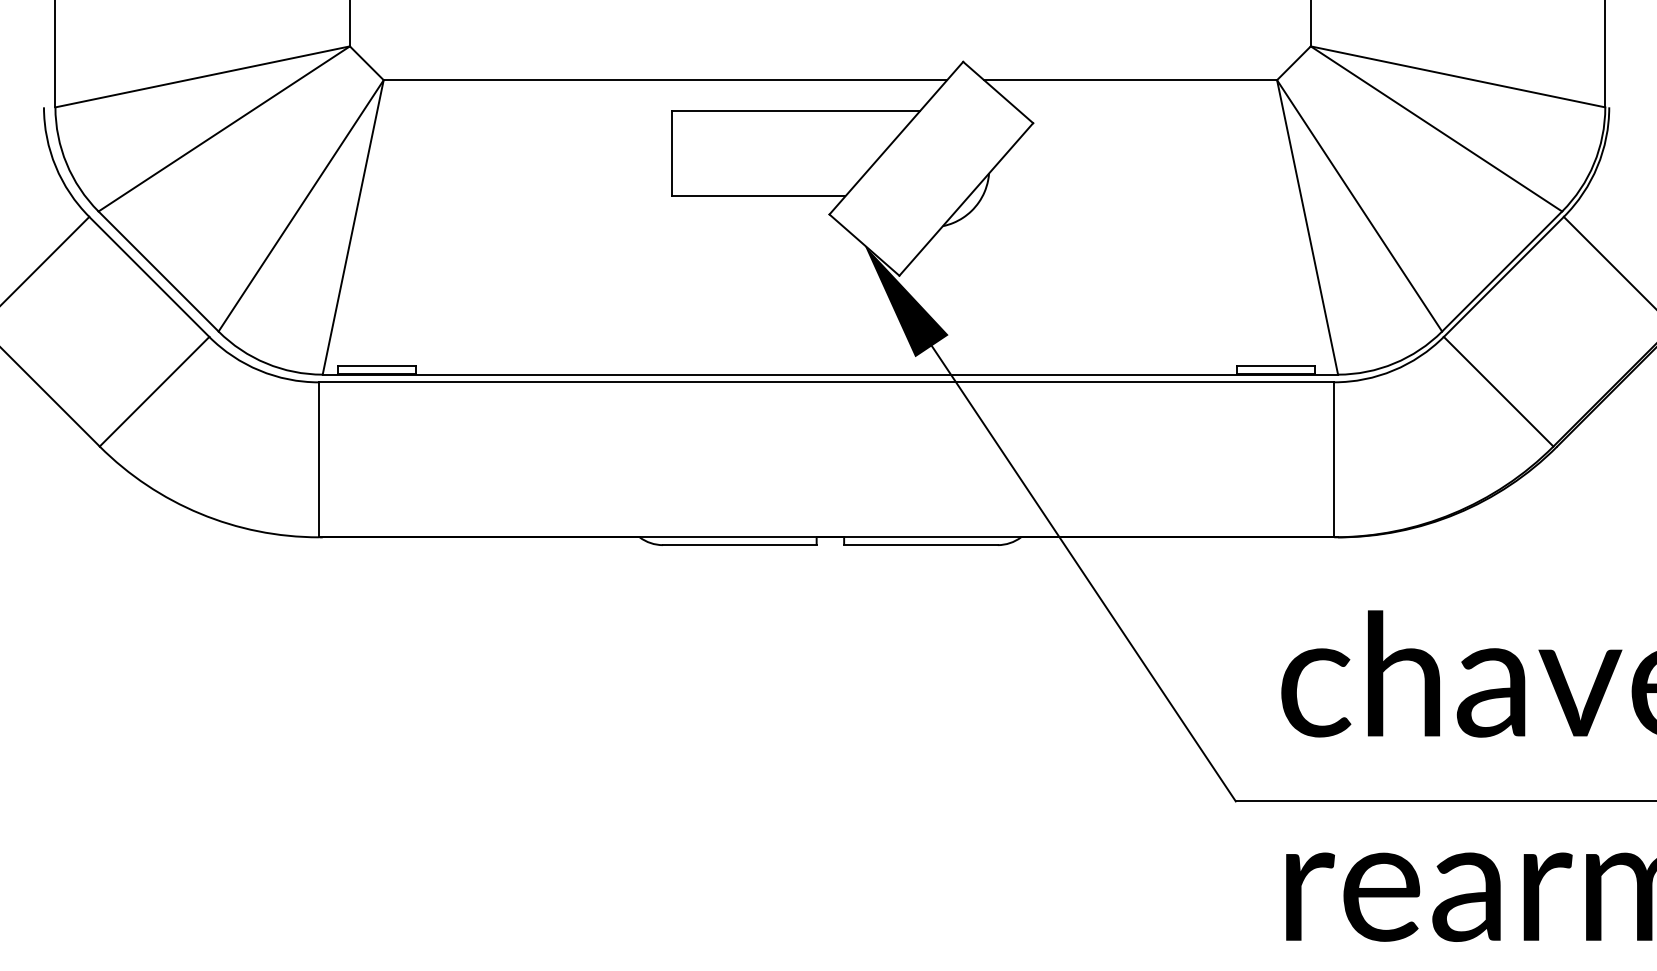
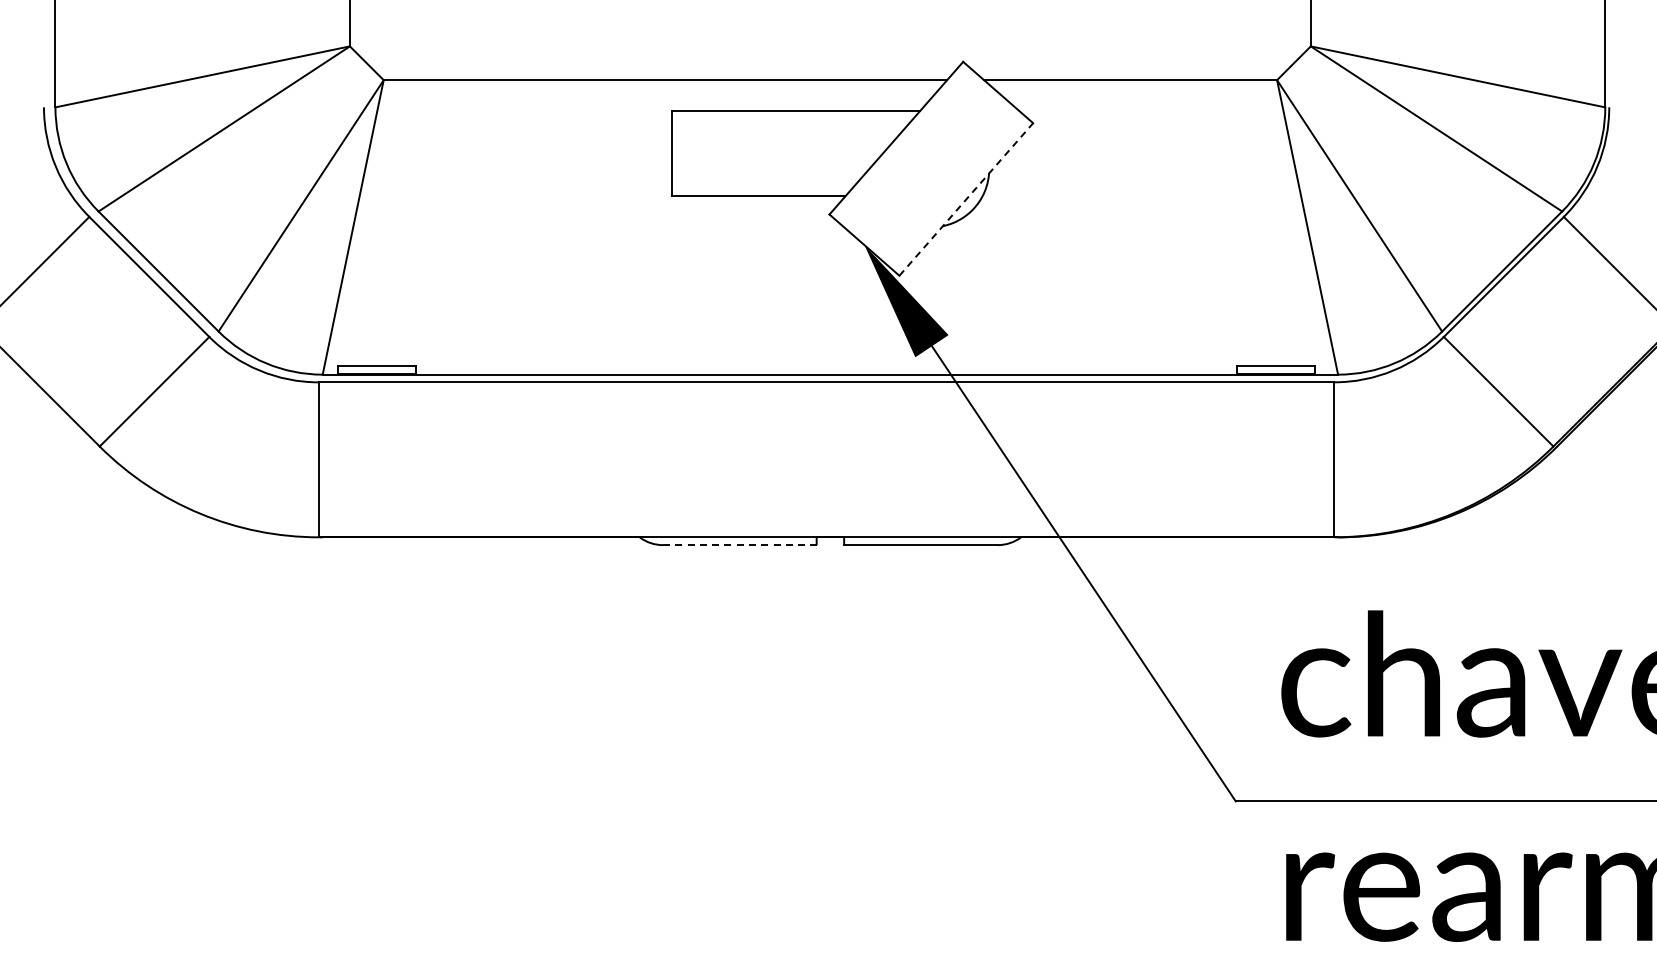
line at (966, 199): solid -> dashed
line at (739, 545): solid -> dashed
